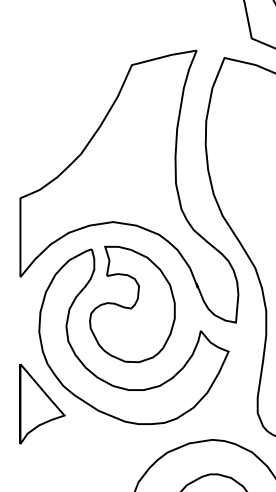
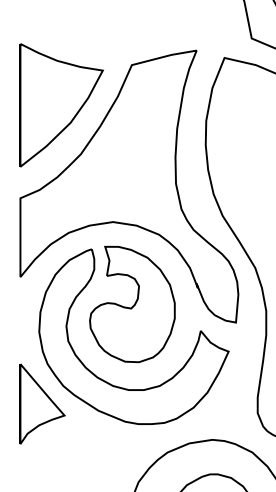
part at (61, 105): none -> present
